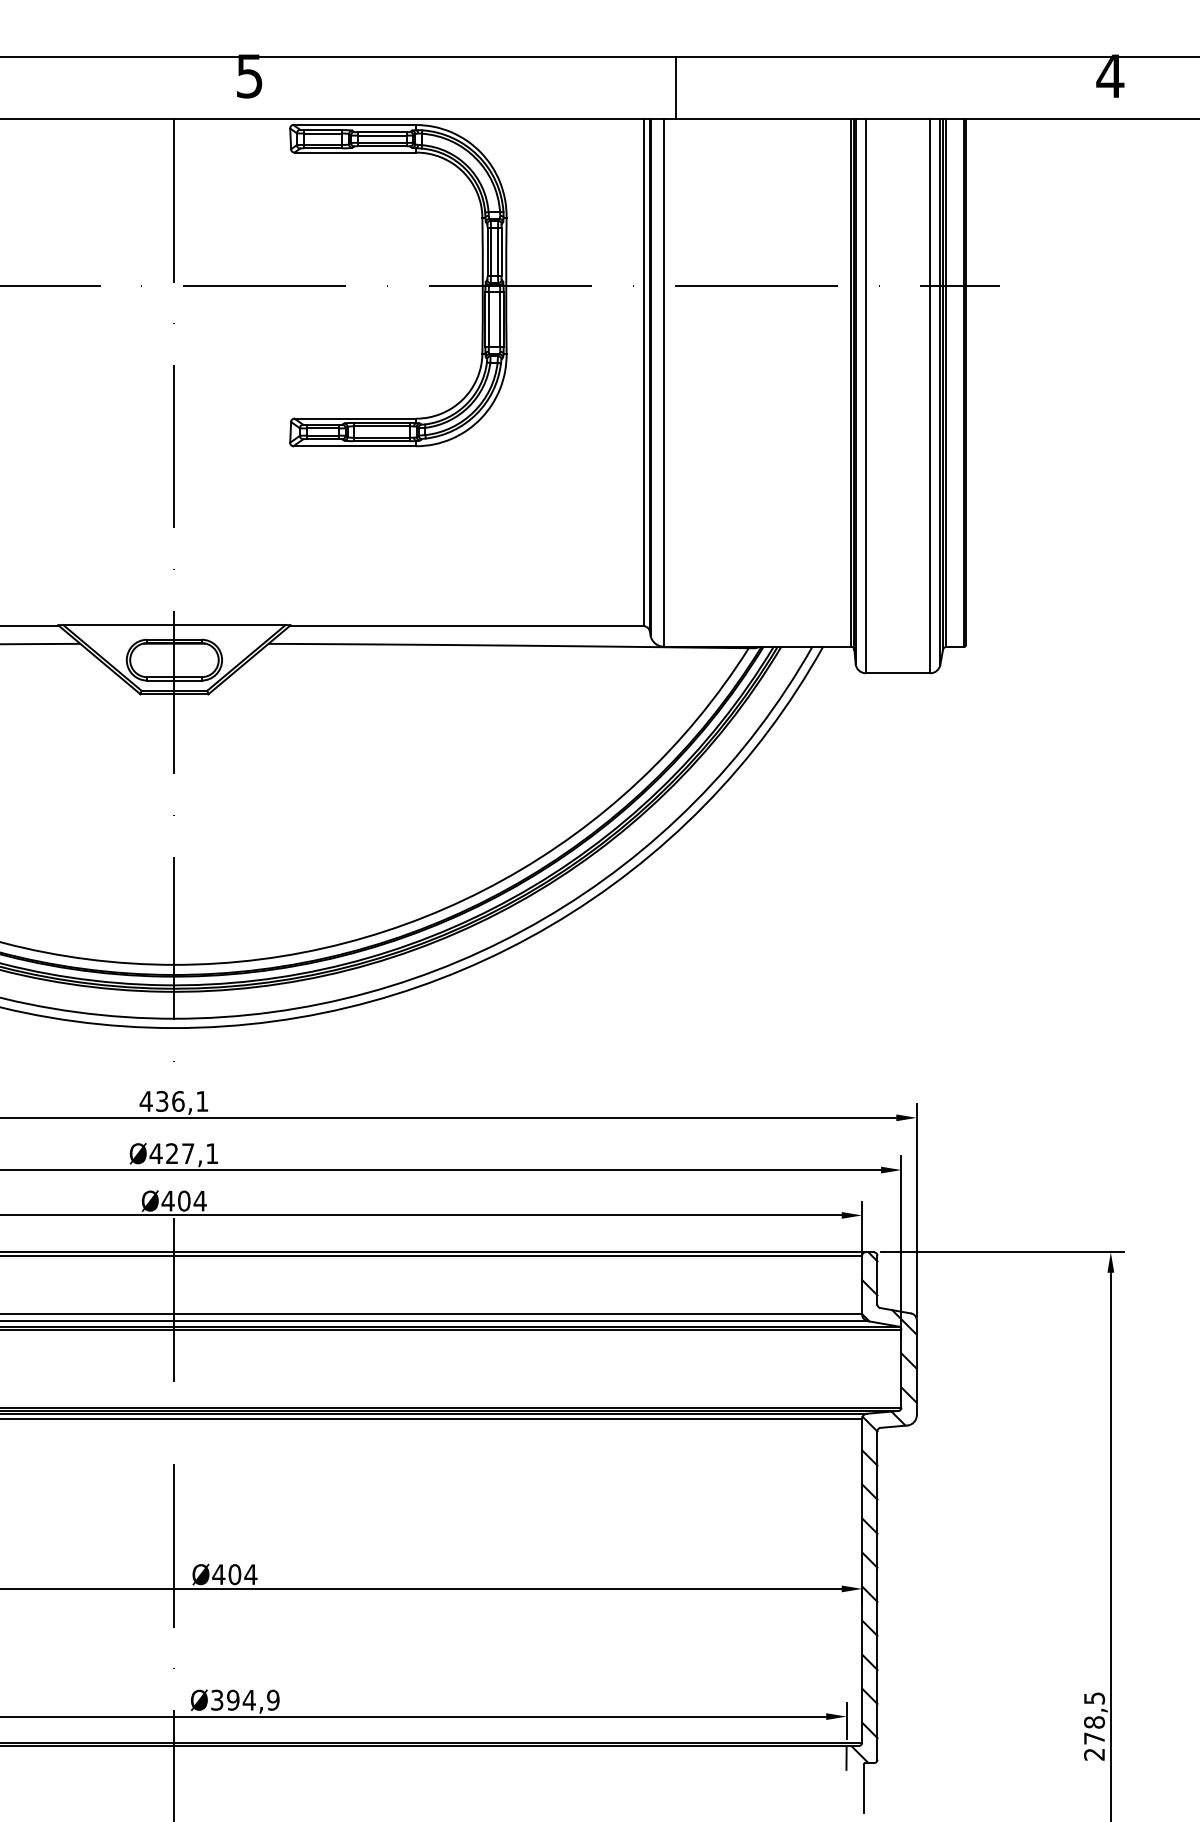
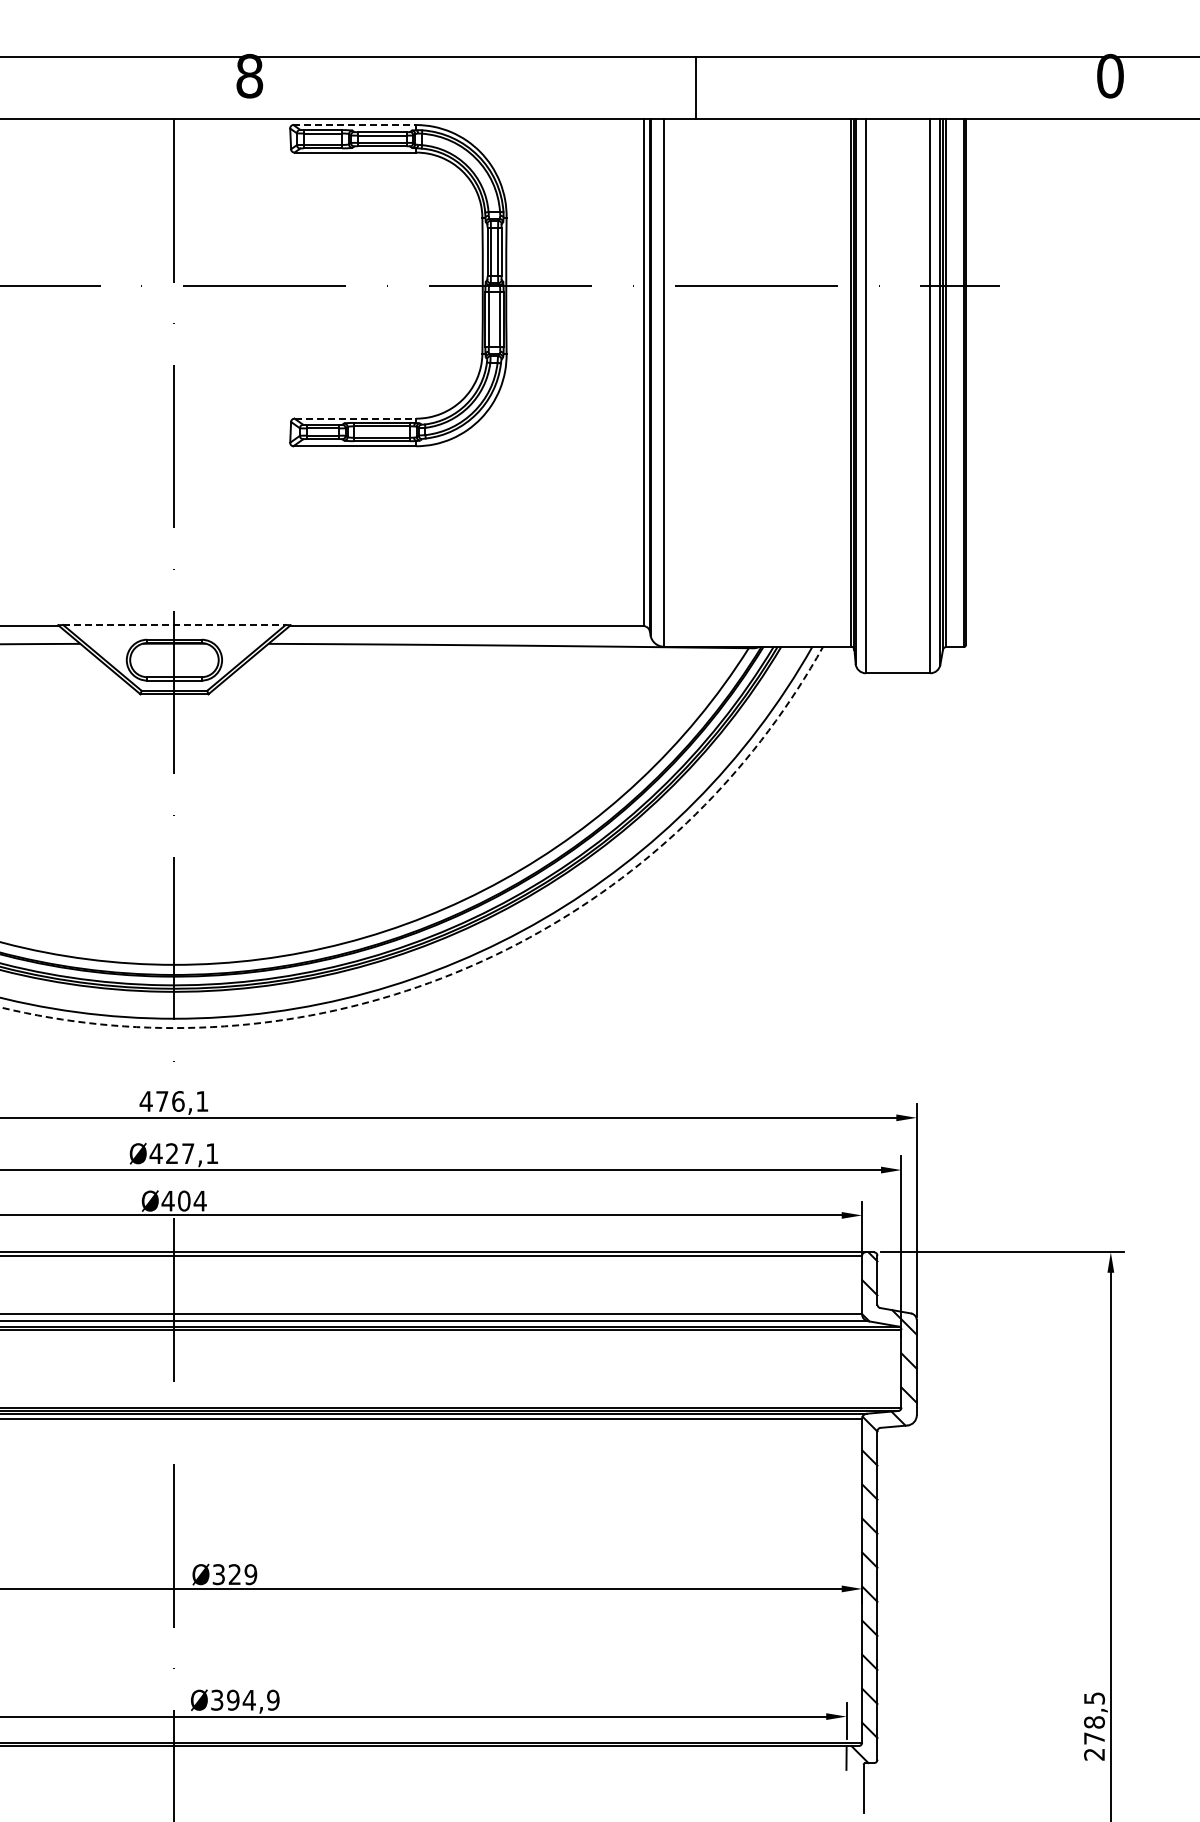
text at (249, 75): 5 -> 8
text at (1110, 75): 4 -> 0
line at (675, 88) position: (675, 88) -> (695, 88)
line at (355, 125): solid -> dashed
line at (355, 418): solid -> dashed
line at (174, 625): solid -> dashed
arc at (473, 965): solid -> dashed
text at (162, 1101): 436,1 -> 476,1
text at (234, 1574): Ø404 -> Ø329
